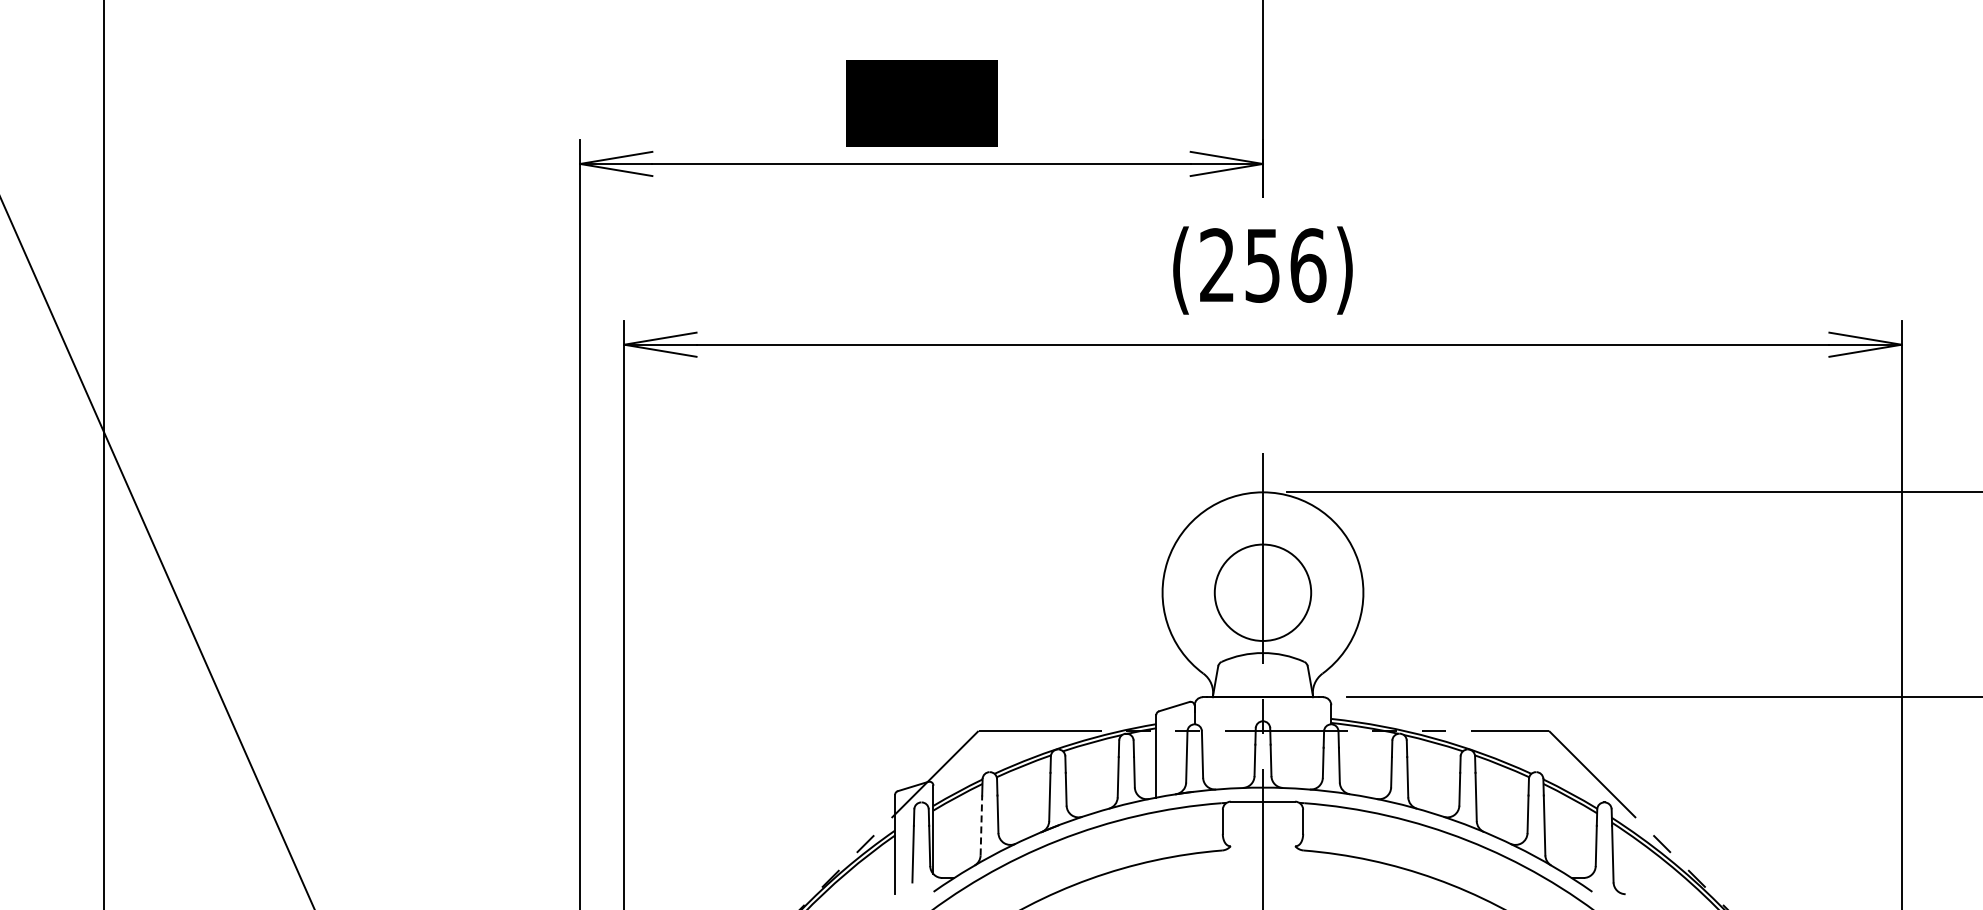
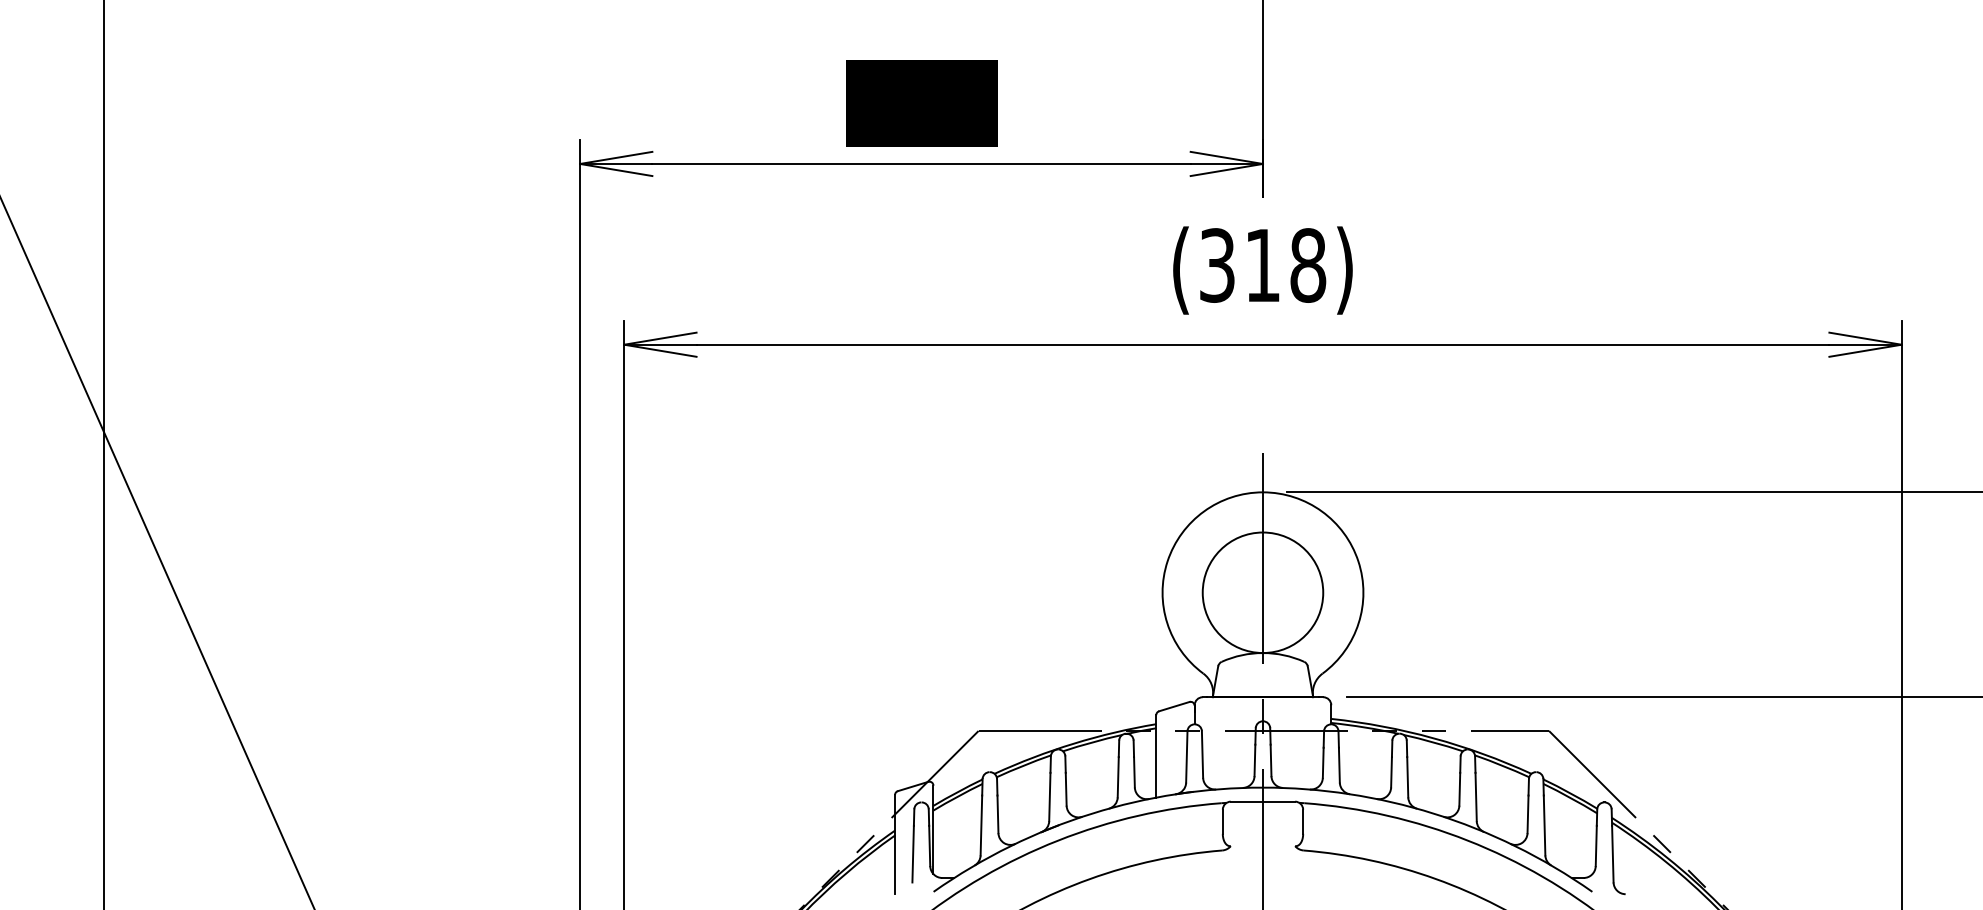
text at (1263, 265): (256) -> (318)
circle at (1262, 592) diameter: 96 px -> 121 px
line at (981, 825): dashed -> solid
